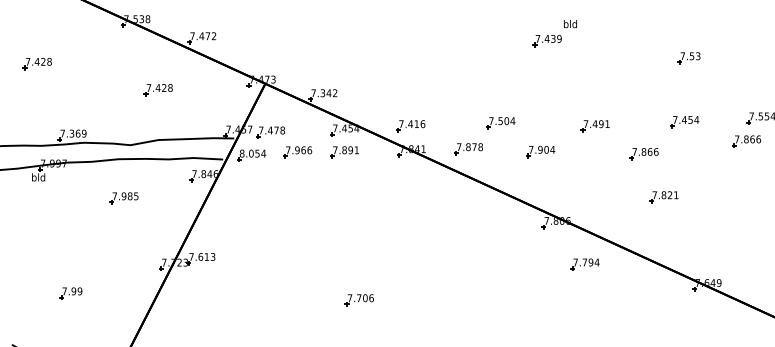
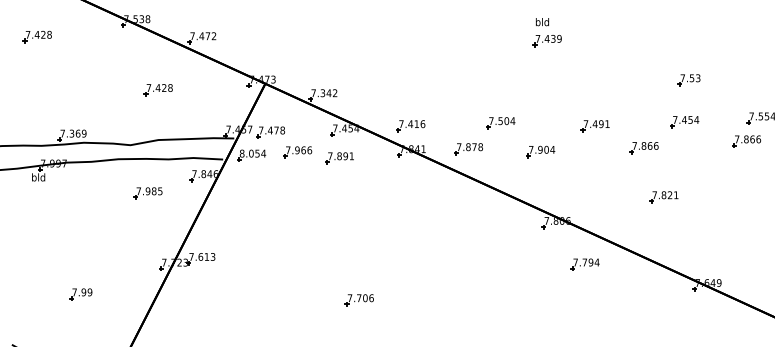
text at (570, 24) position: (570, 24) -> (542, 22)
part at (688, 58) position: (688, 58) -> (688, 80)
part at (36, 63) position: (36, 63) -> (36, 36)
part at (344, 152) position: (344, 152) -> (339, 158)
part at (643, 154) position: (643, 154) -> (643, 148)
part at (123, 198) position: (123, 198) -> (147, 193)
part at (70, 293) position: (70, 293) -> (80, 294)
